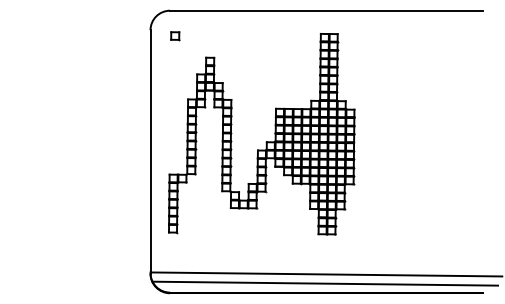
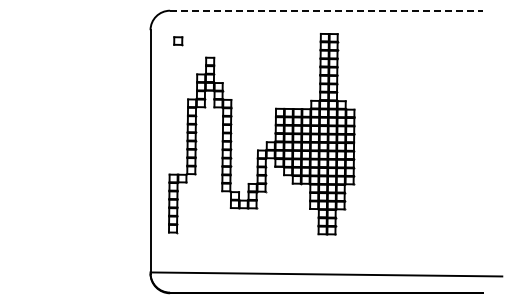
line at (327, 10): solid -> dashed
part at (175, 36) position: (175, 36) -> (178, 41)
line at (325, 283): present -> none
